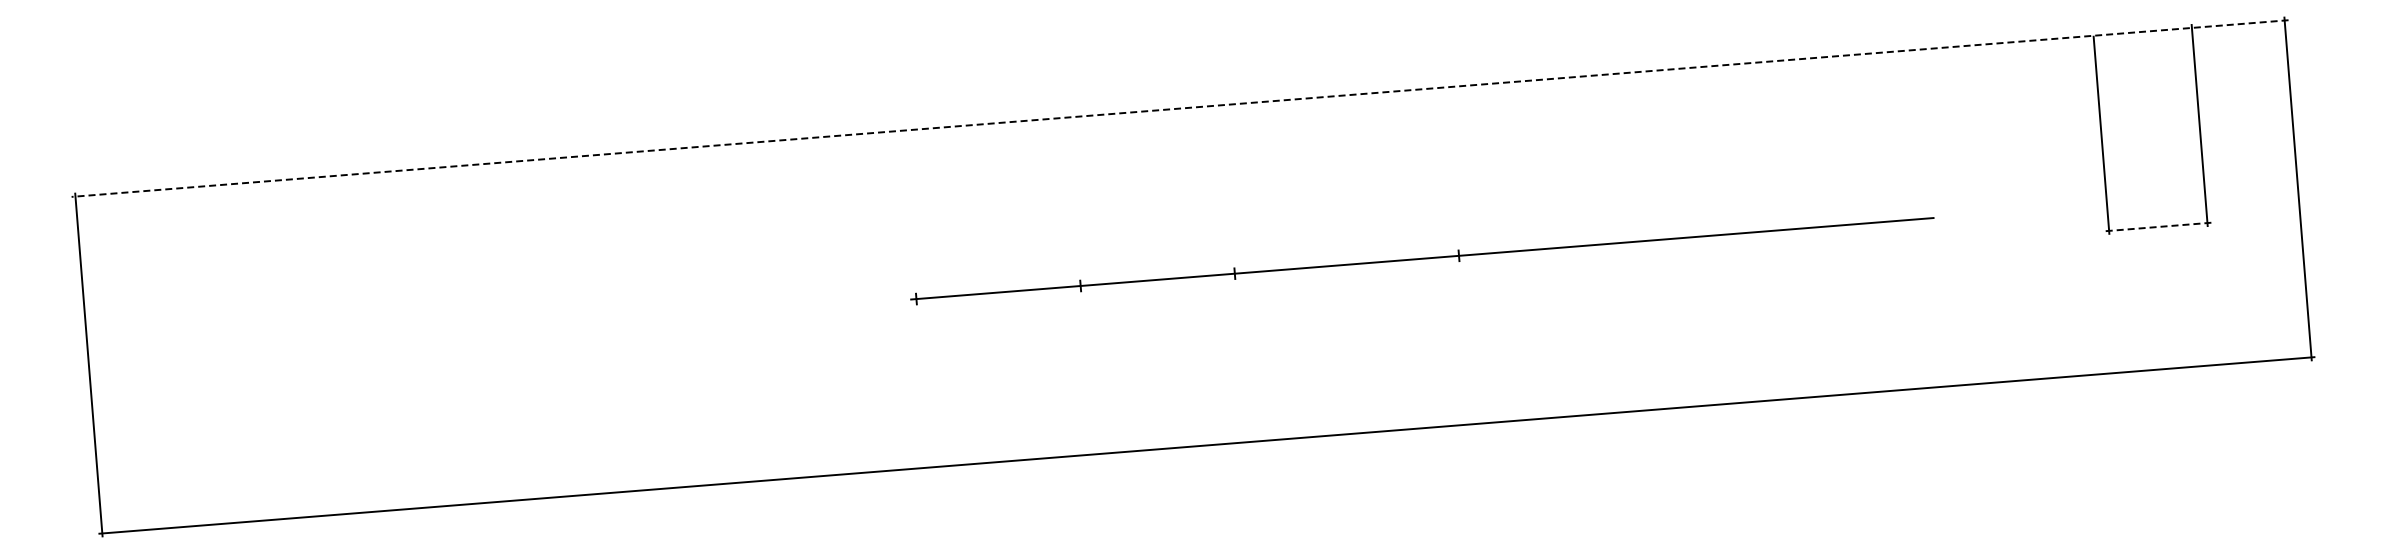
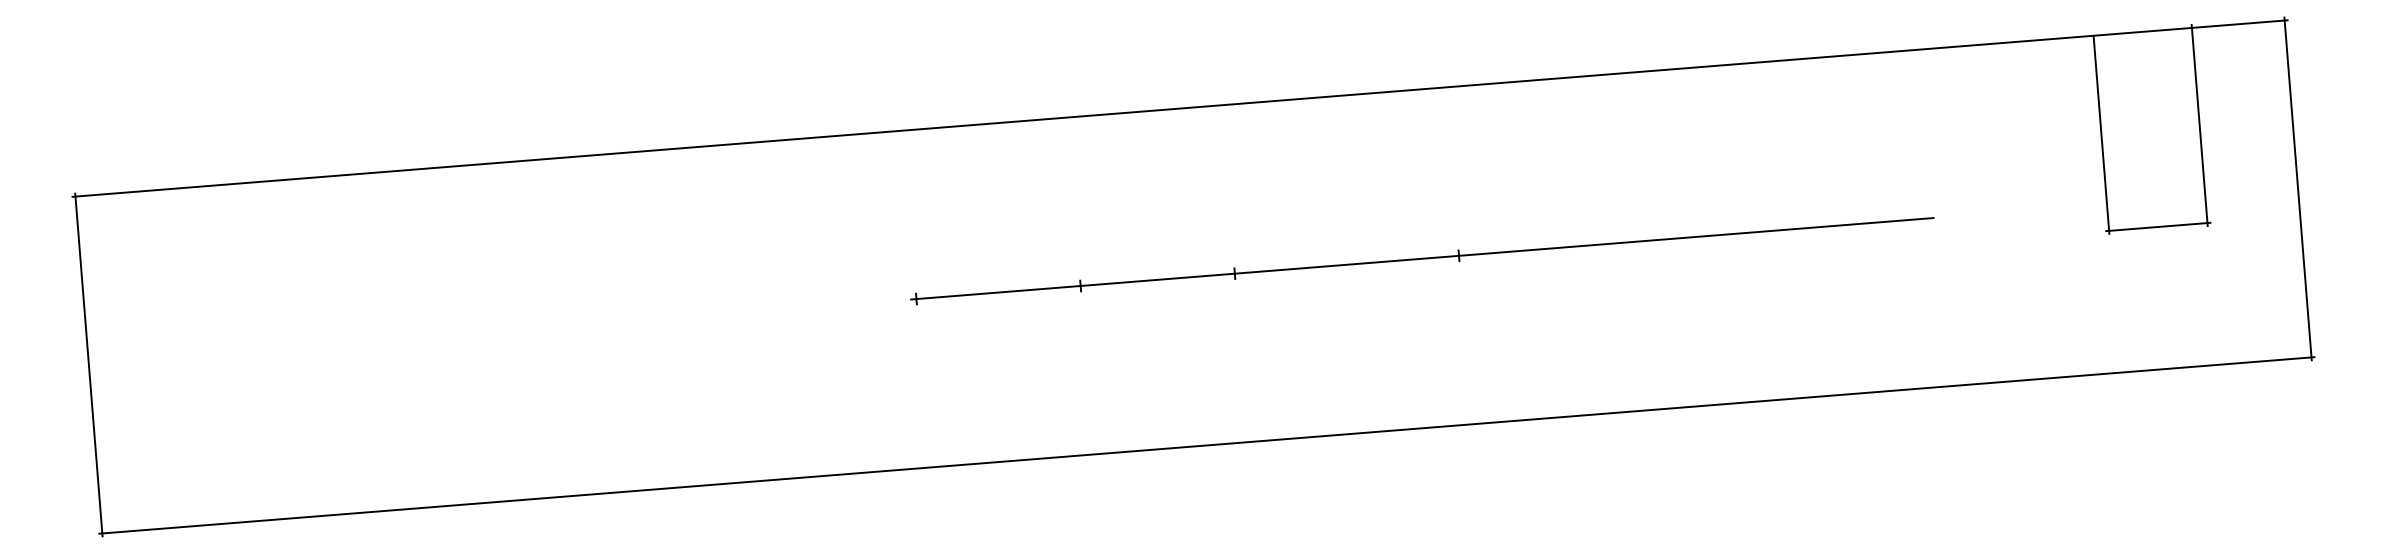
line at (1180, 108): dashed -> solid
line at (2157, 227): dashed -> solid
